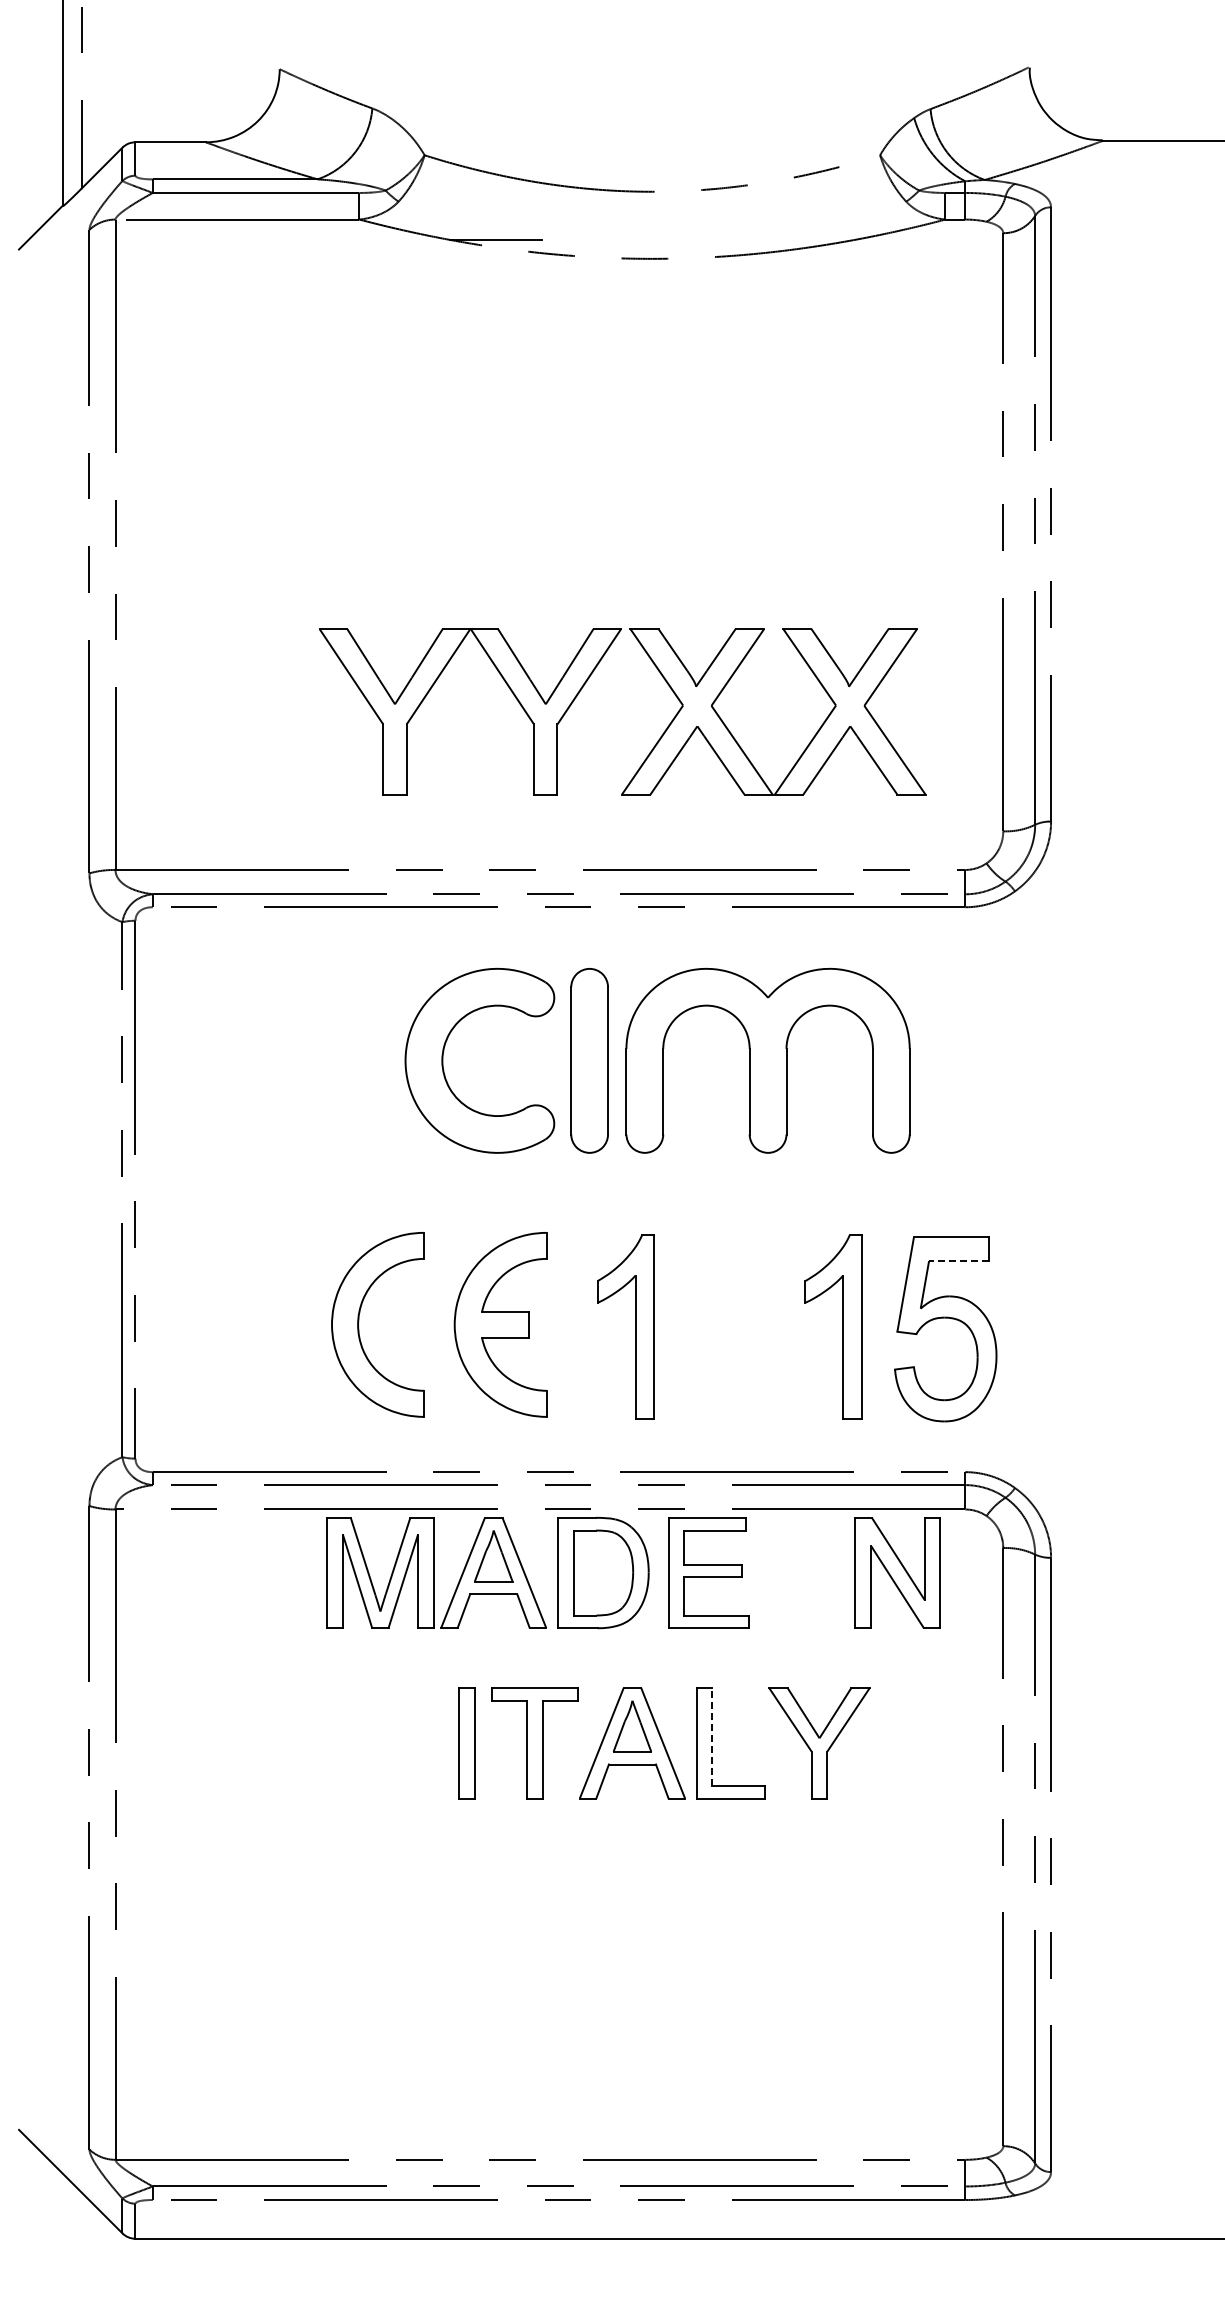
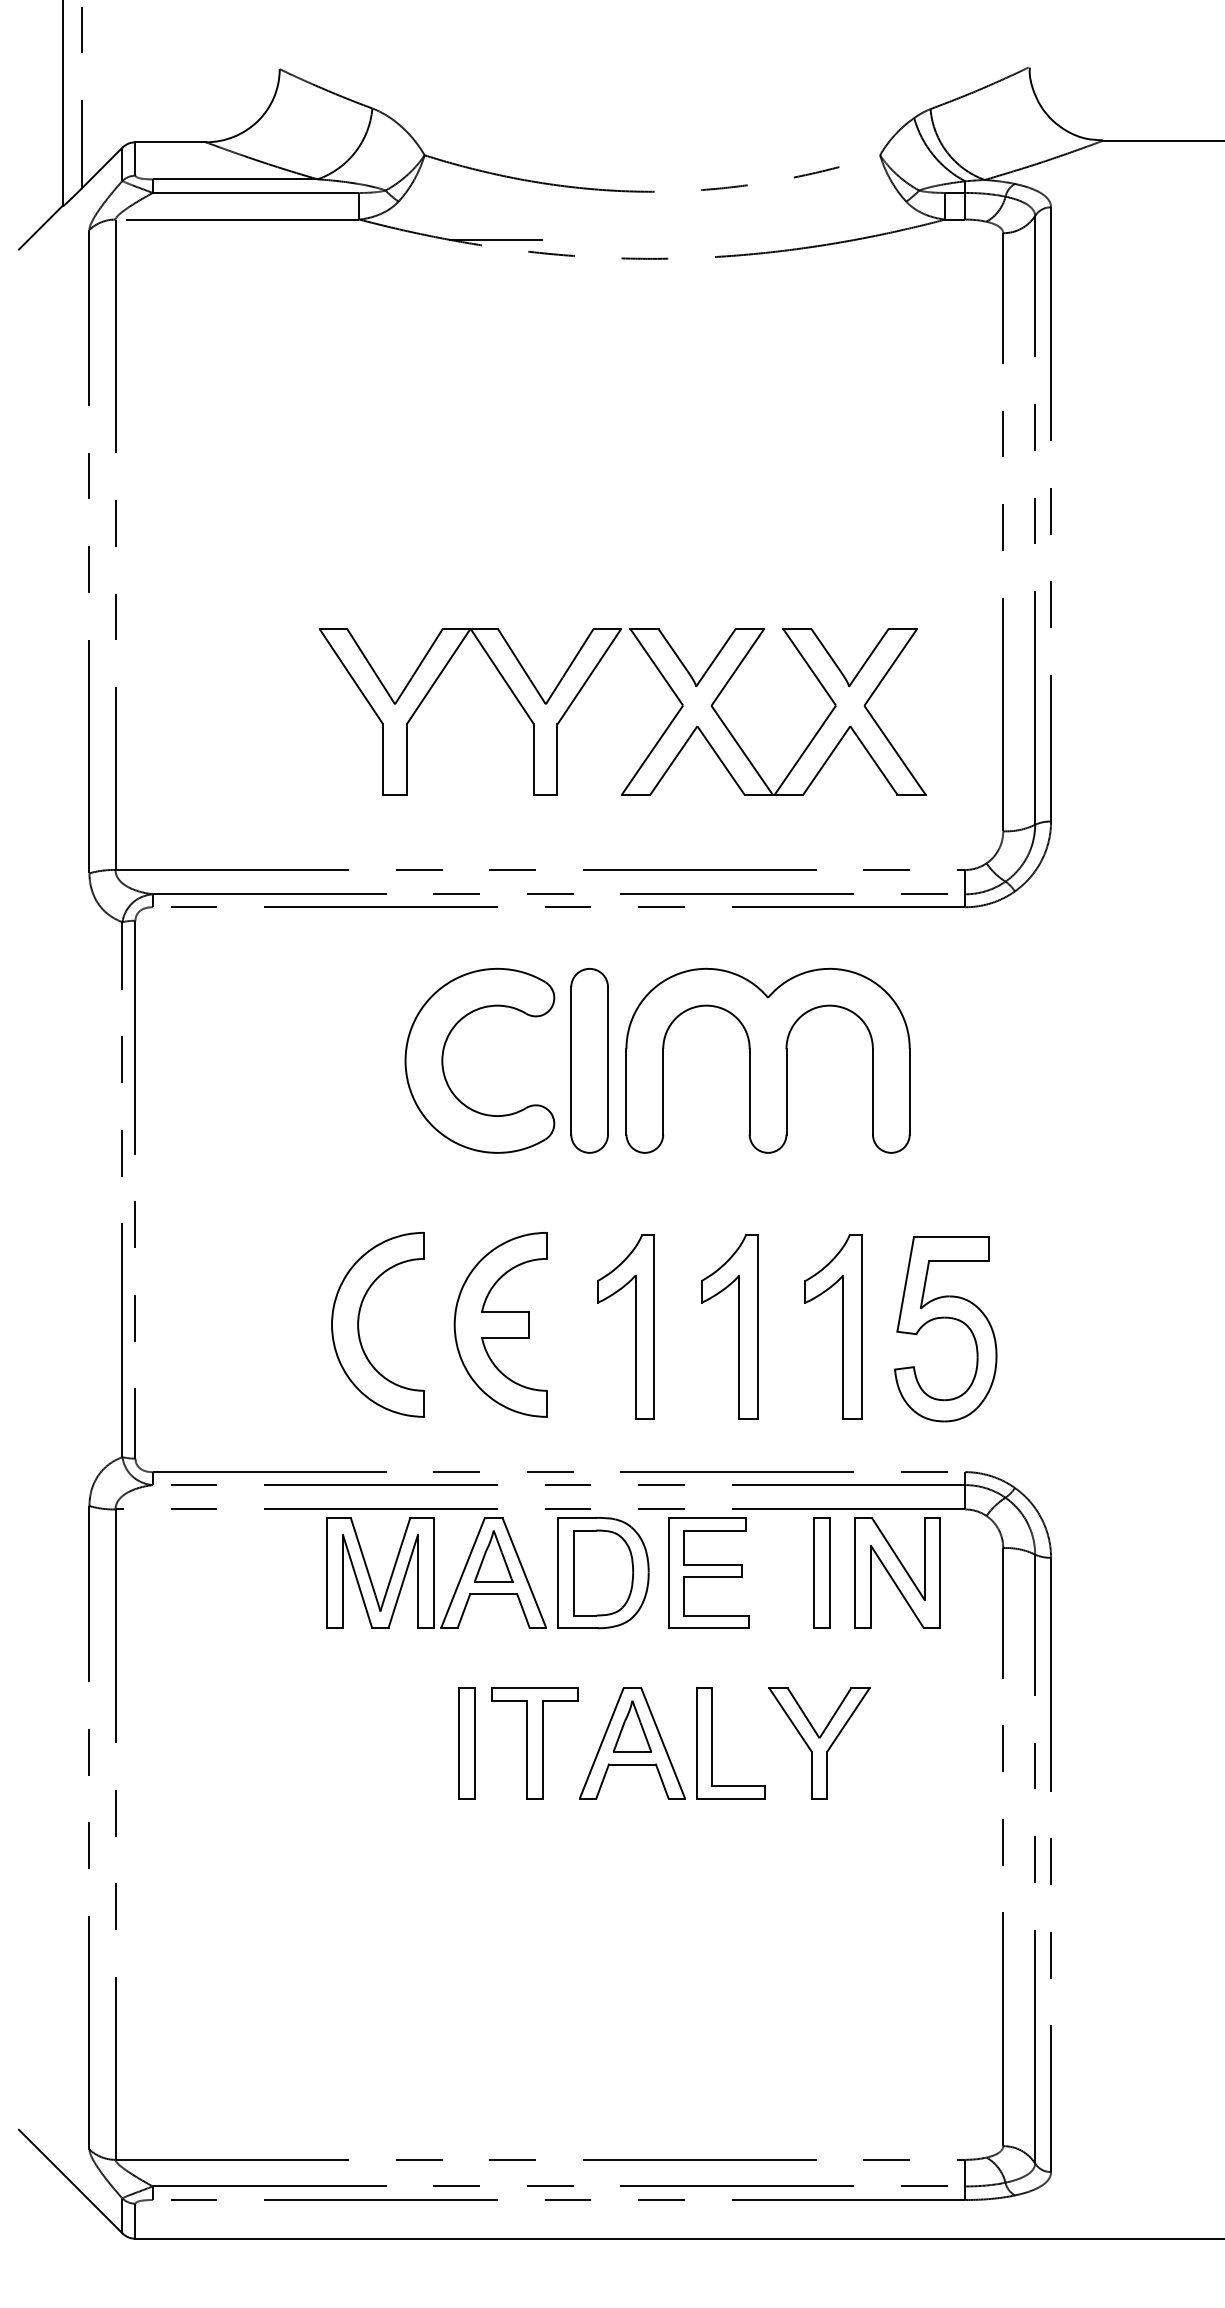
line at (958, 1261): dashed -> solid
part at (738, 1326): none -> present
part at (821, 1572): none -> present
line at (712, 1736): dashed -> solid
